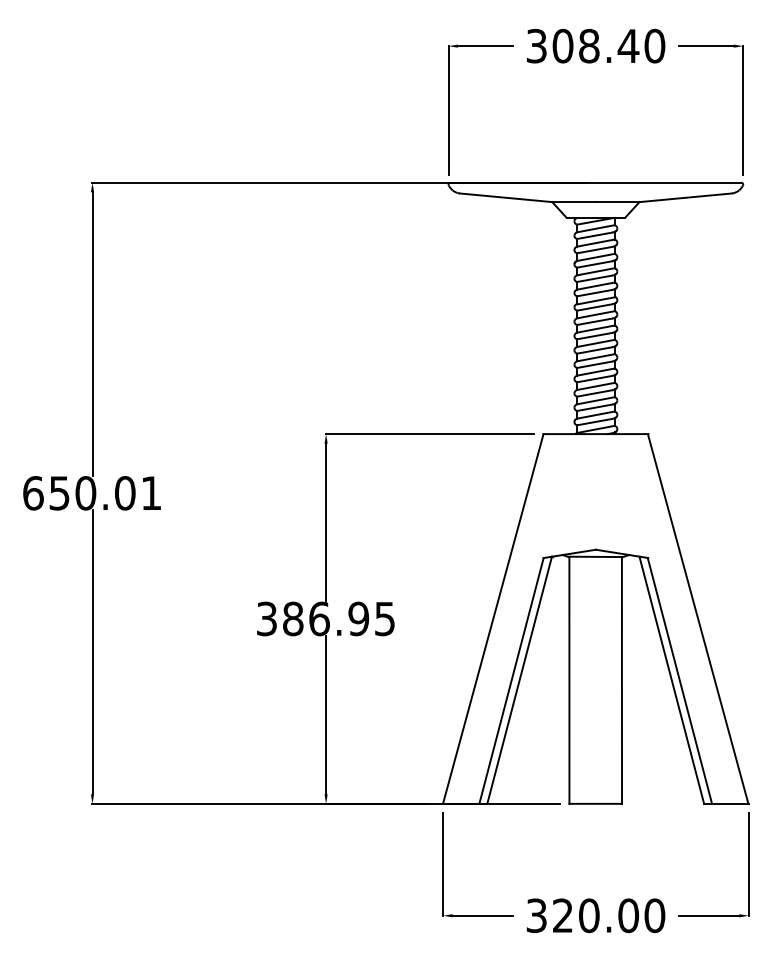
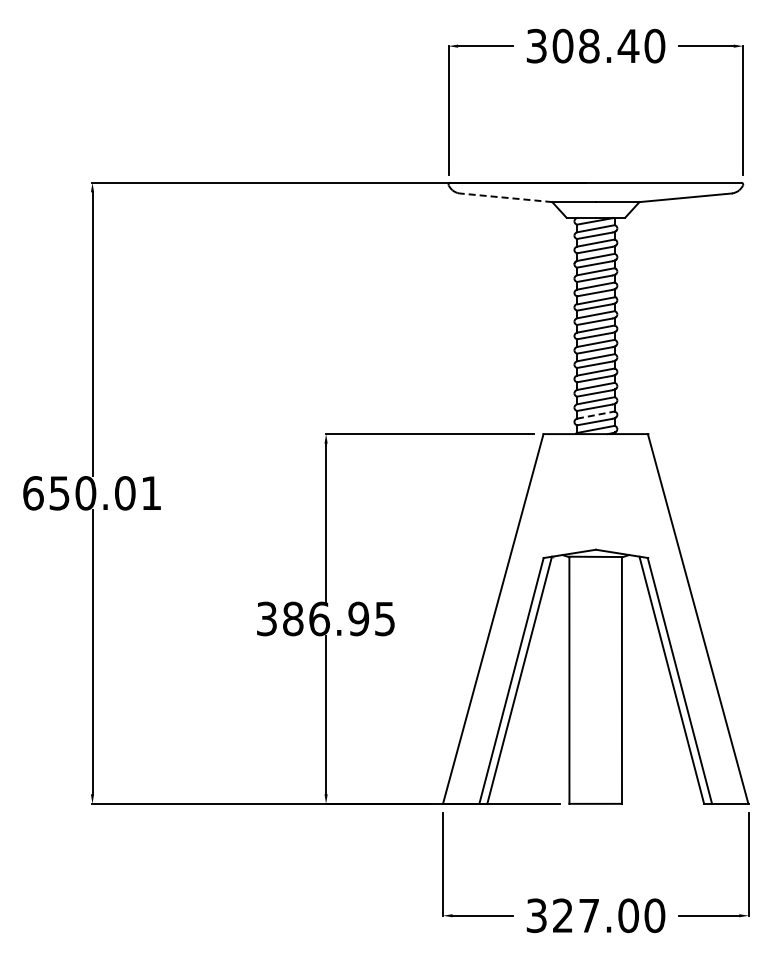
line at (505, 197): solid -> dashed
line at (596, 415): solid -> dashed
text at (589, 915): 320.00 -> 327.00
